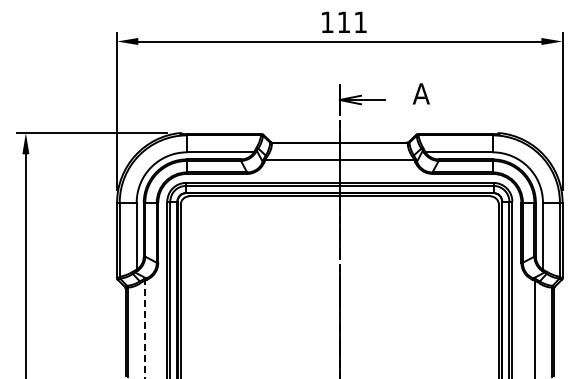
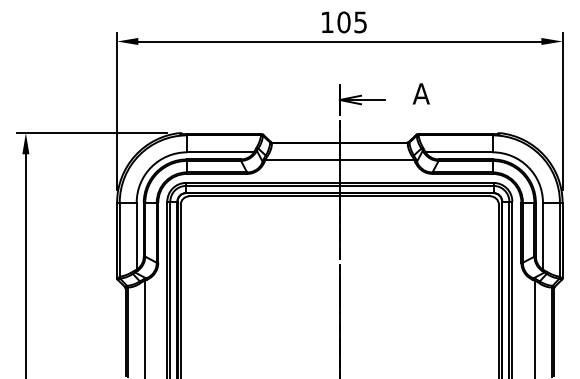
text at (351, 22): 111 -> 105
line at (144, 329): dashed -> solid
